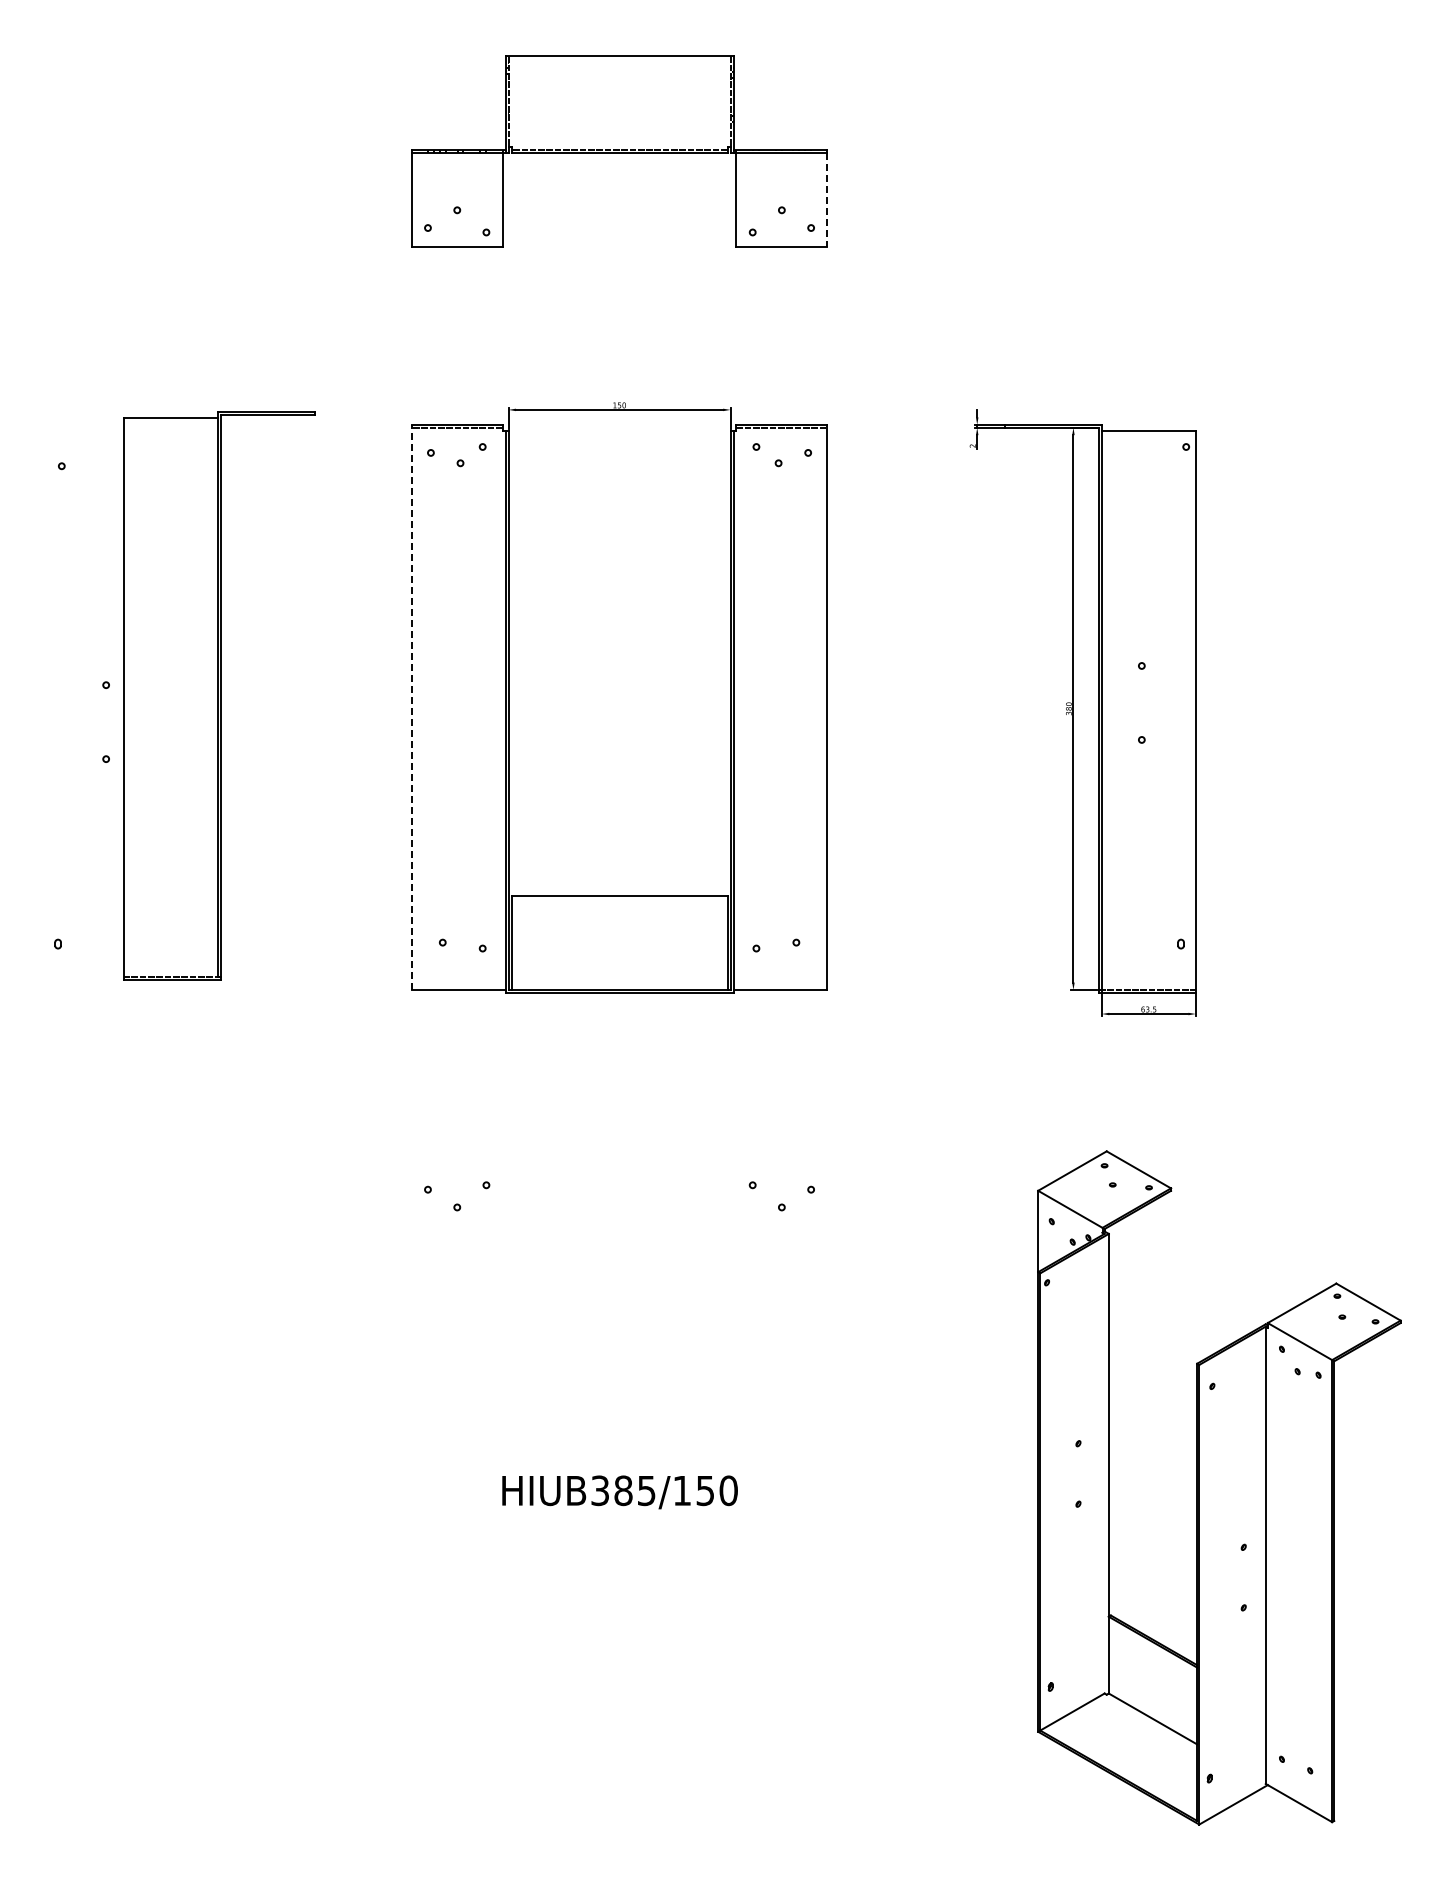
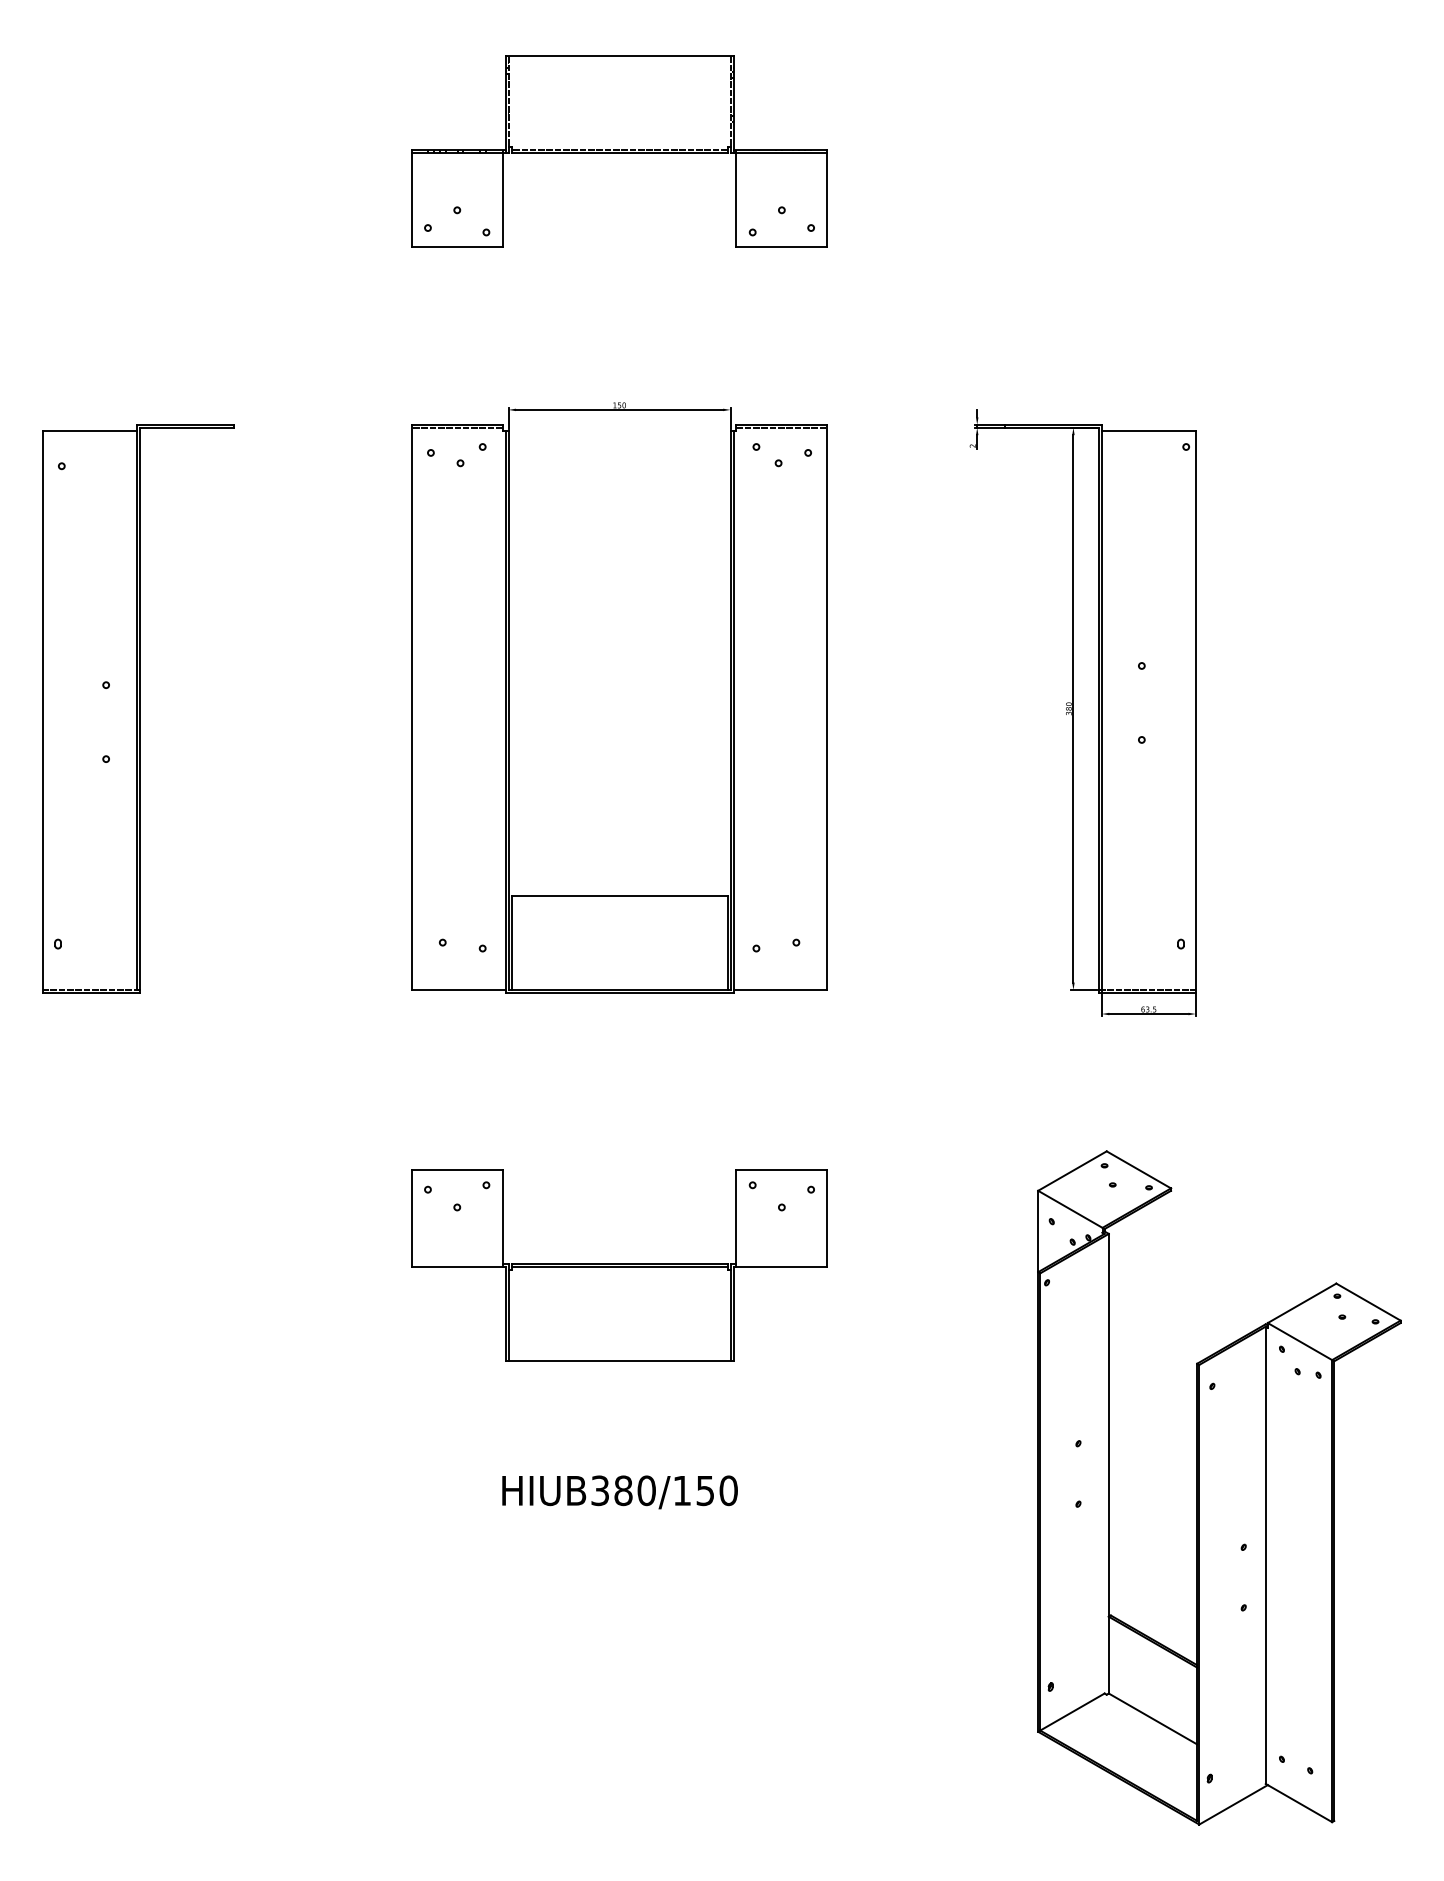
line at (827, 200): dashed -> solid
part at (219, 695) position: (219, 695) -> (138, 708)
line at (411, 707): dashed -> solid
part at (619, 1265): none -> present
text at (646, 1490): HIUB385/150 -> HIUB380/150
